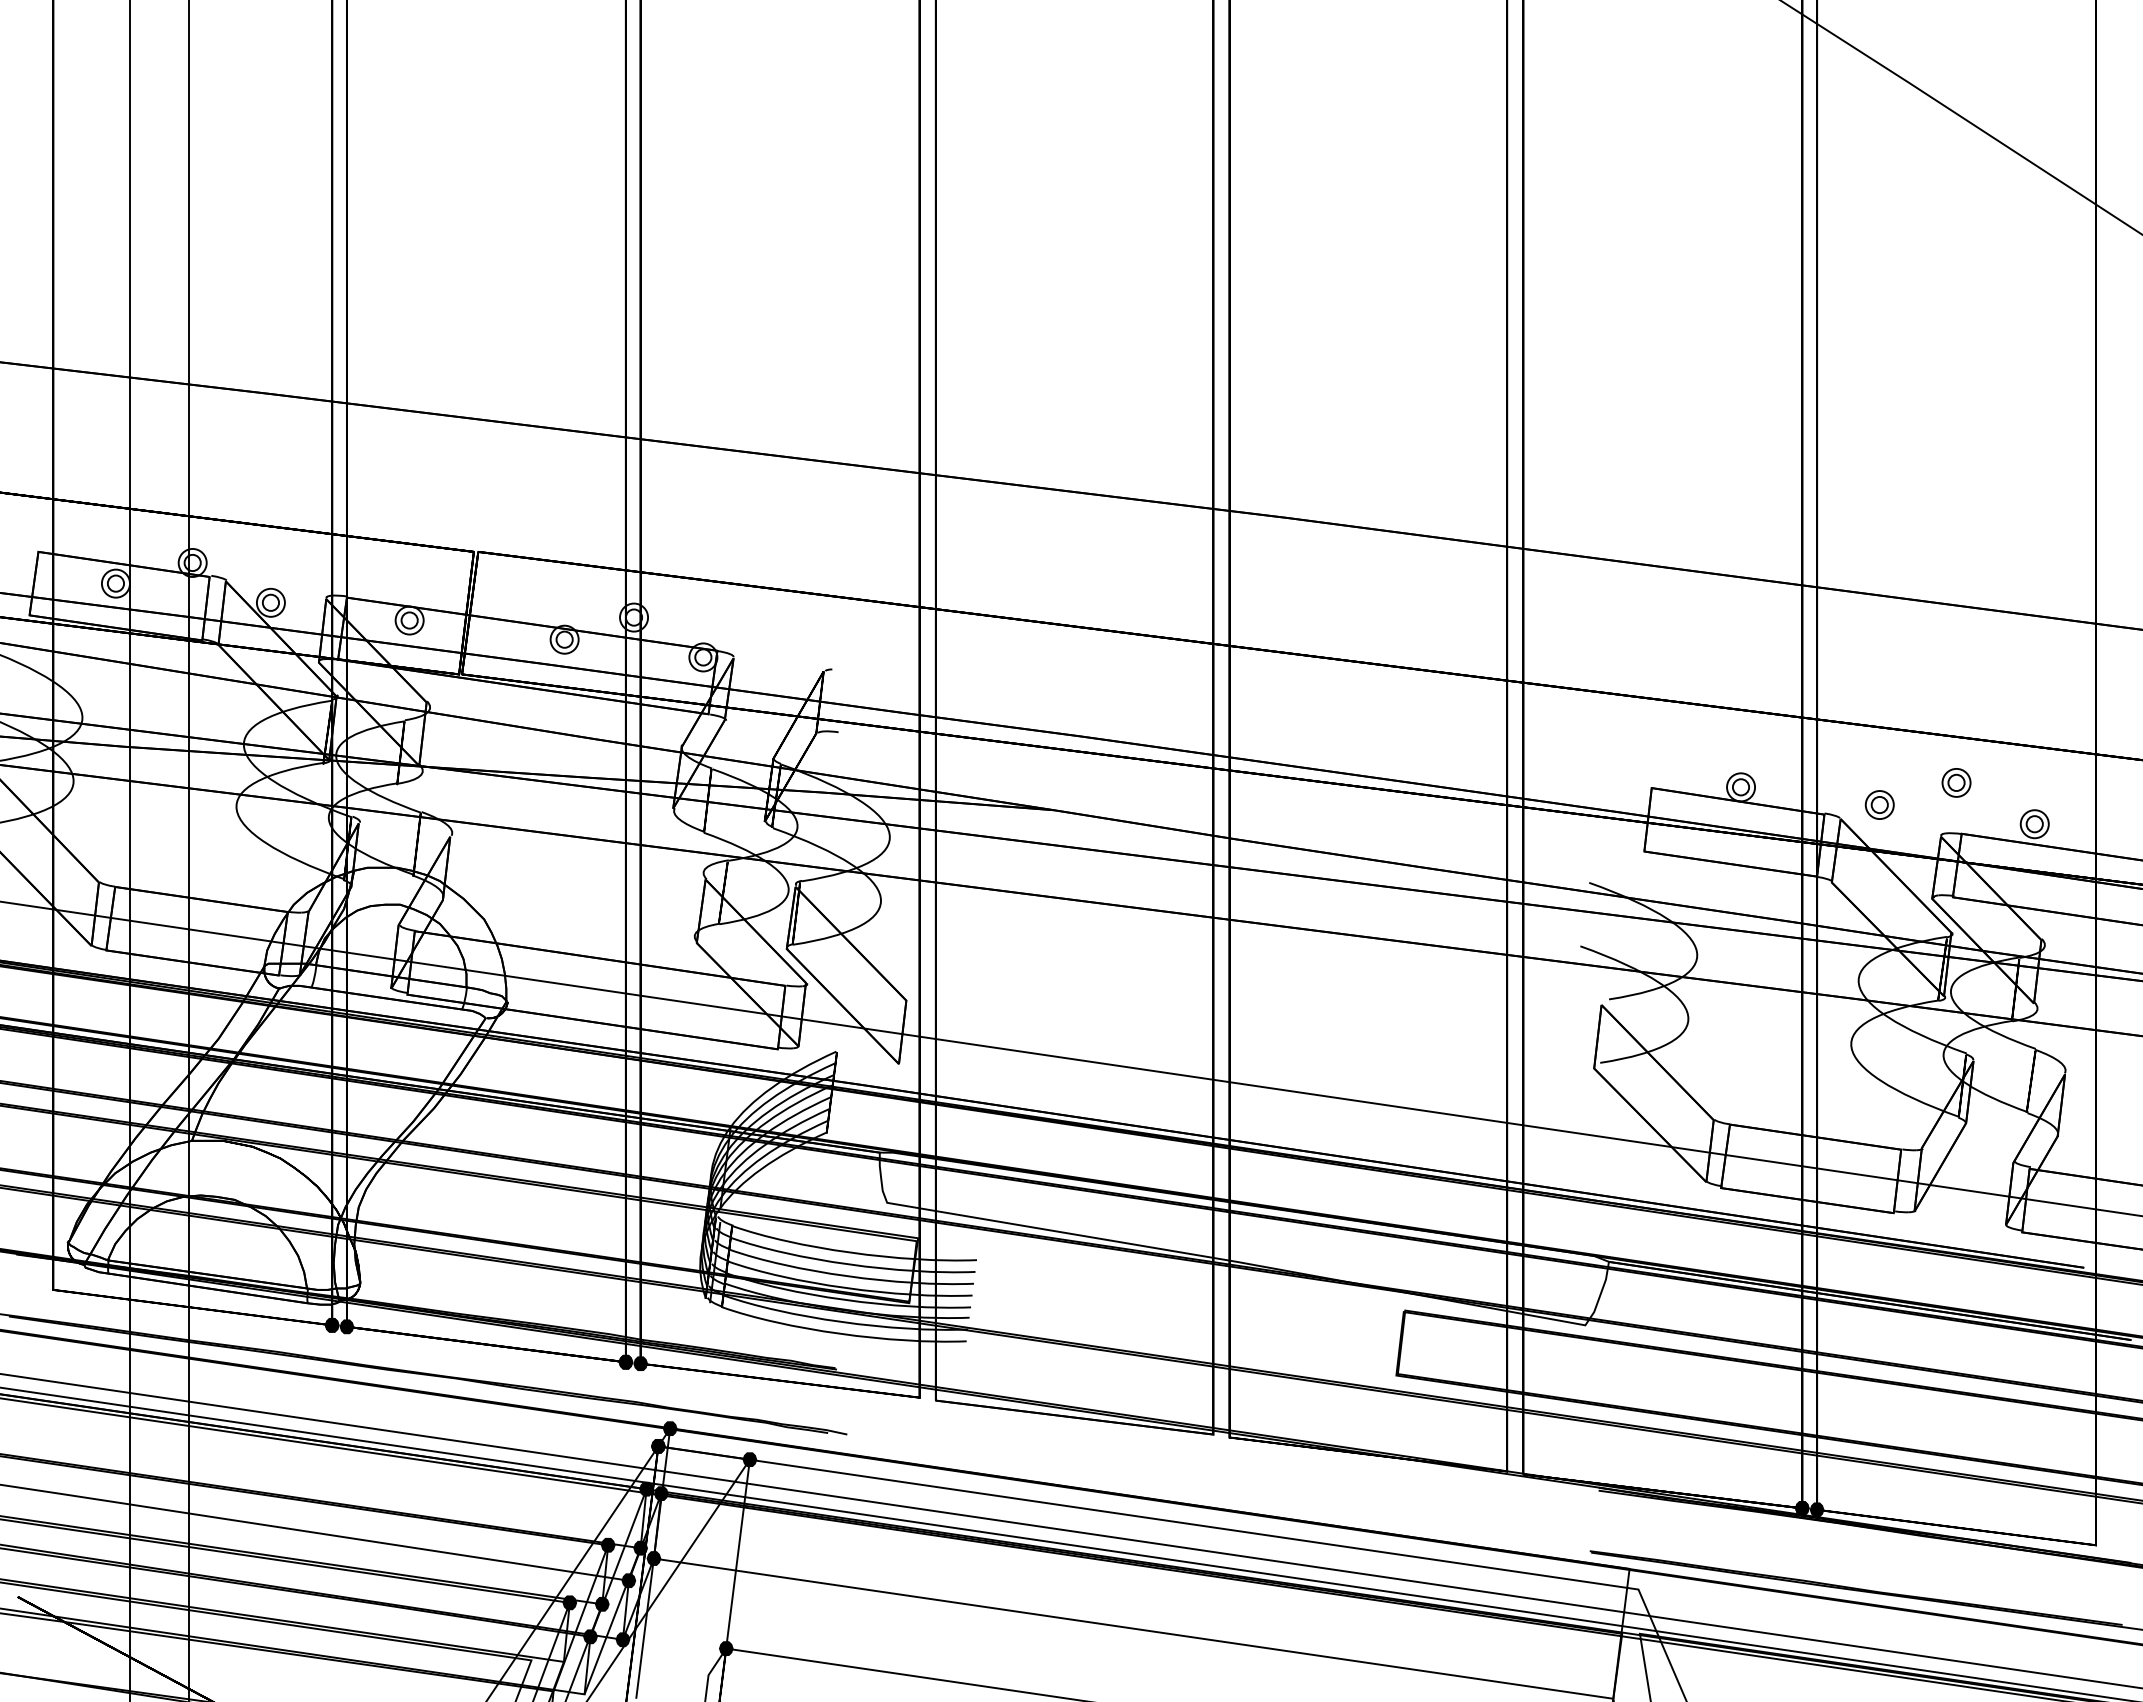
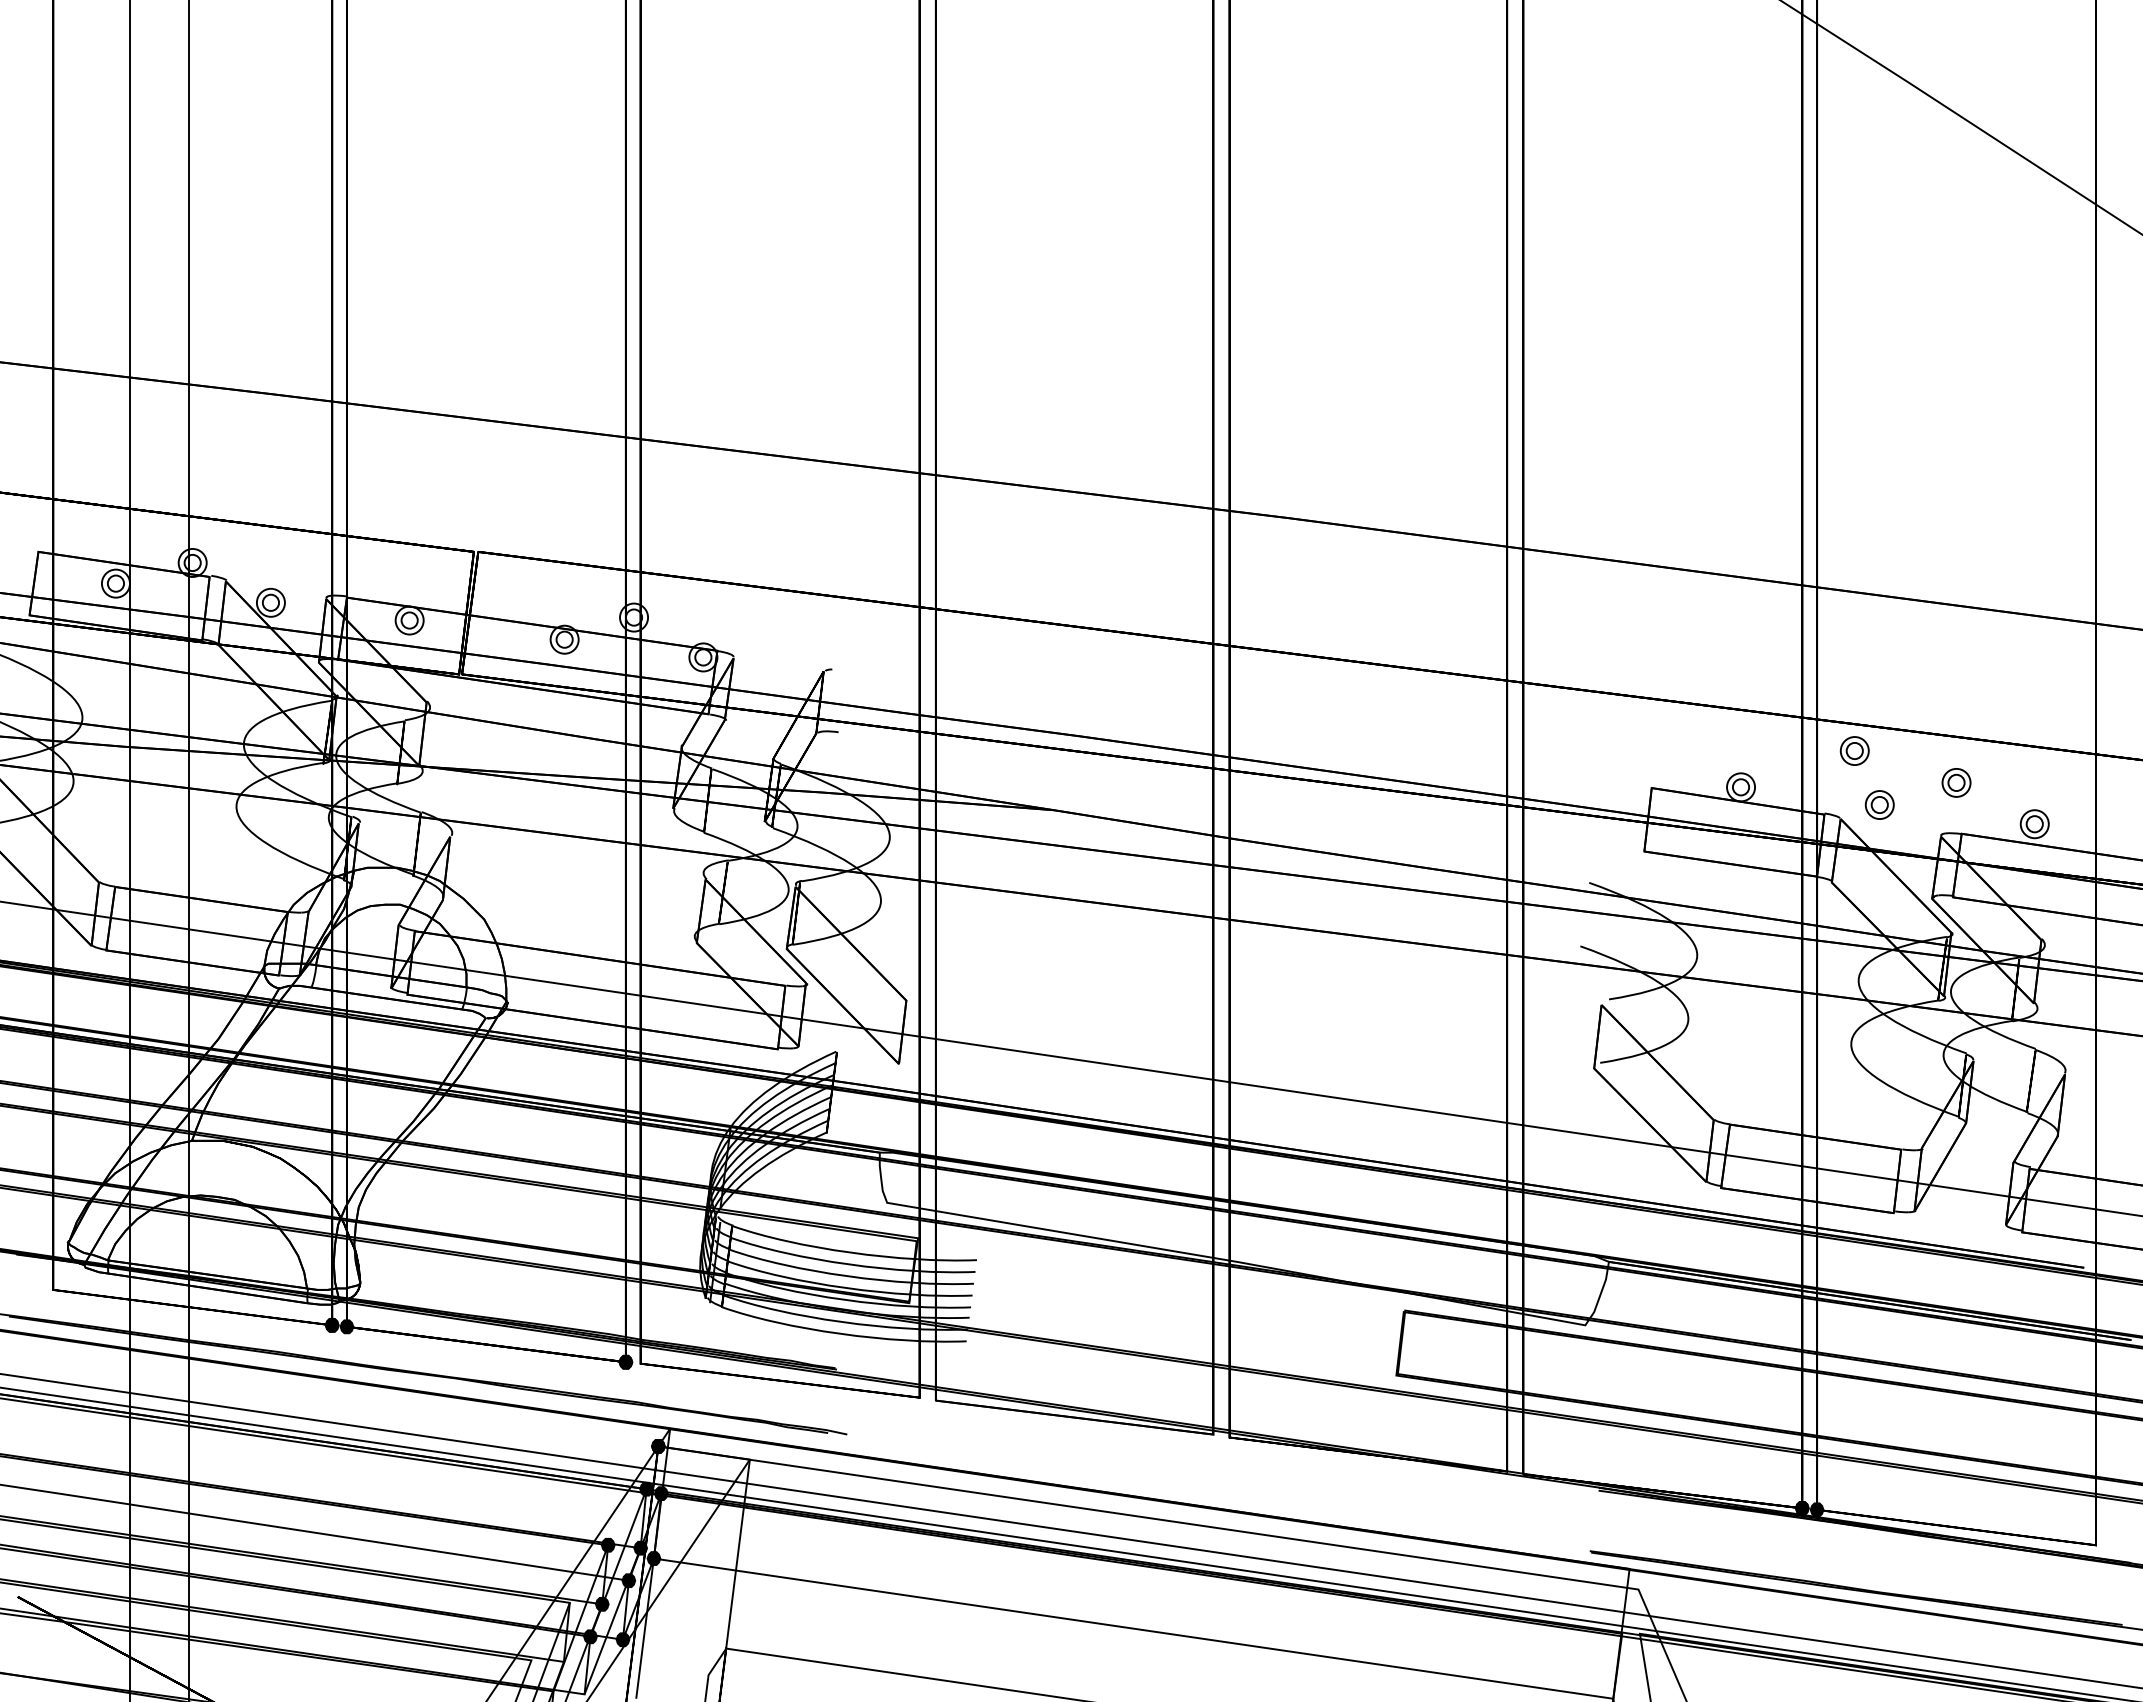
part at (1854, 750): none -> present
fill at (640, 1363): present -> none
fill at (669, 1428): present -> none
fill at (749, 1459): present -> none
fill at (569, 1602): present -> none
fill at (725, 1648): present -> none
